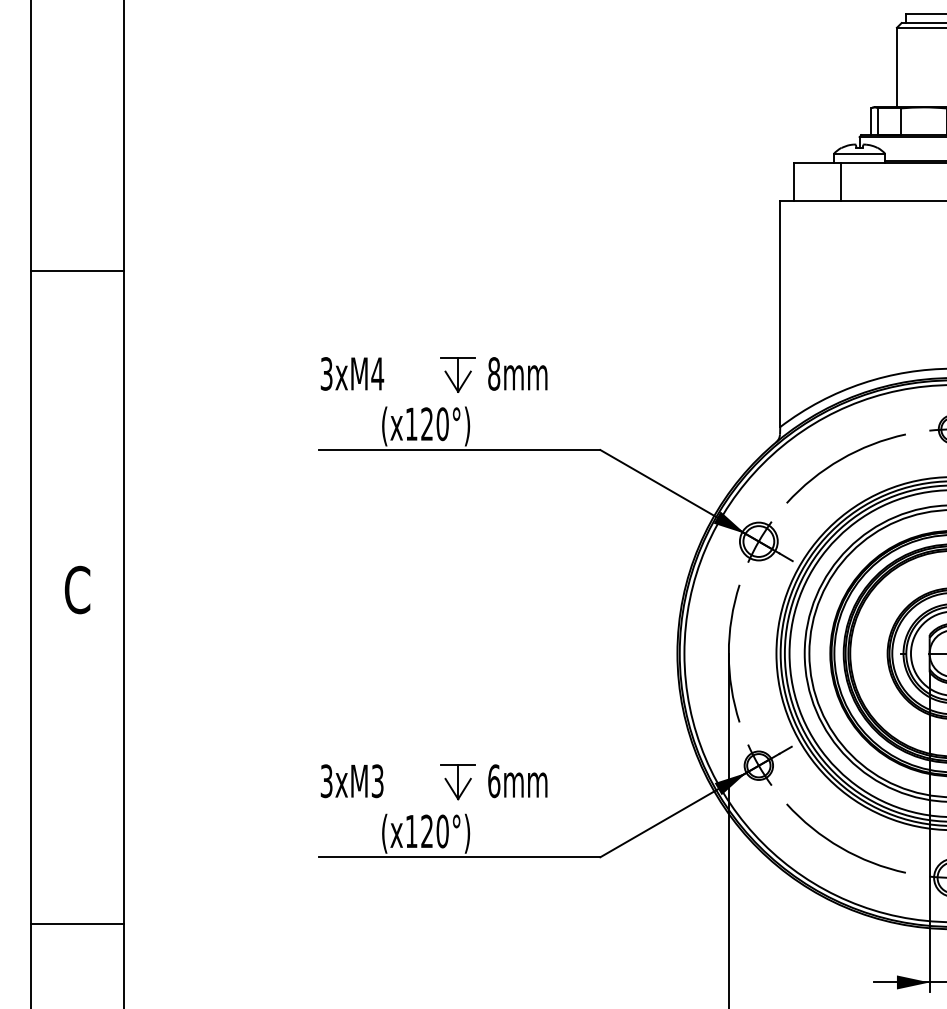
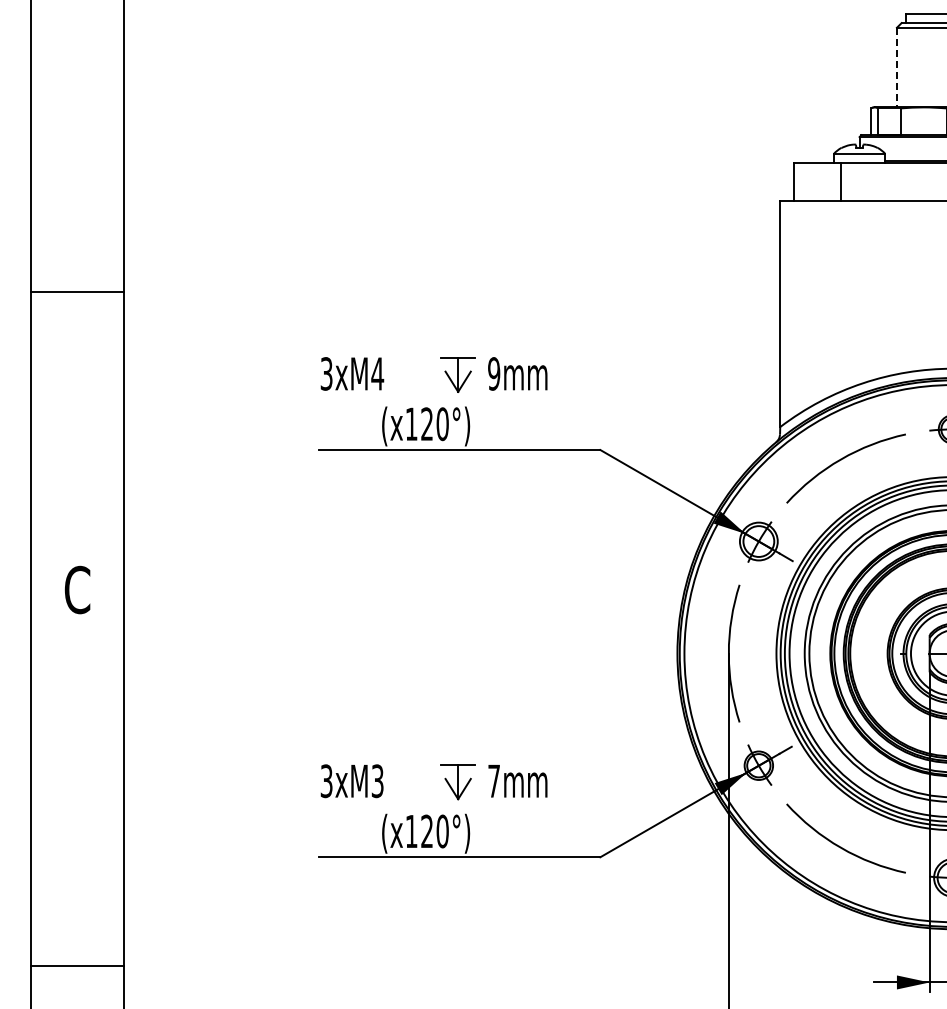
line at (896, 67): solid -> dashed
line at (77, 271) position: (77, 271) -> (77, 292)
text at (494, 373): 8mm -> 9mm
text at (494, 781): 6mm -> 7mm
line at (77, 923) position: (77, 923) -> (77, 965)
